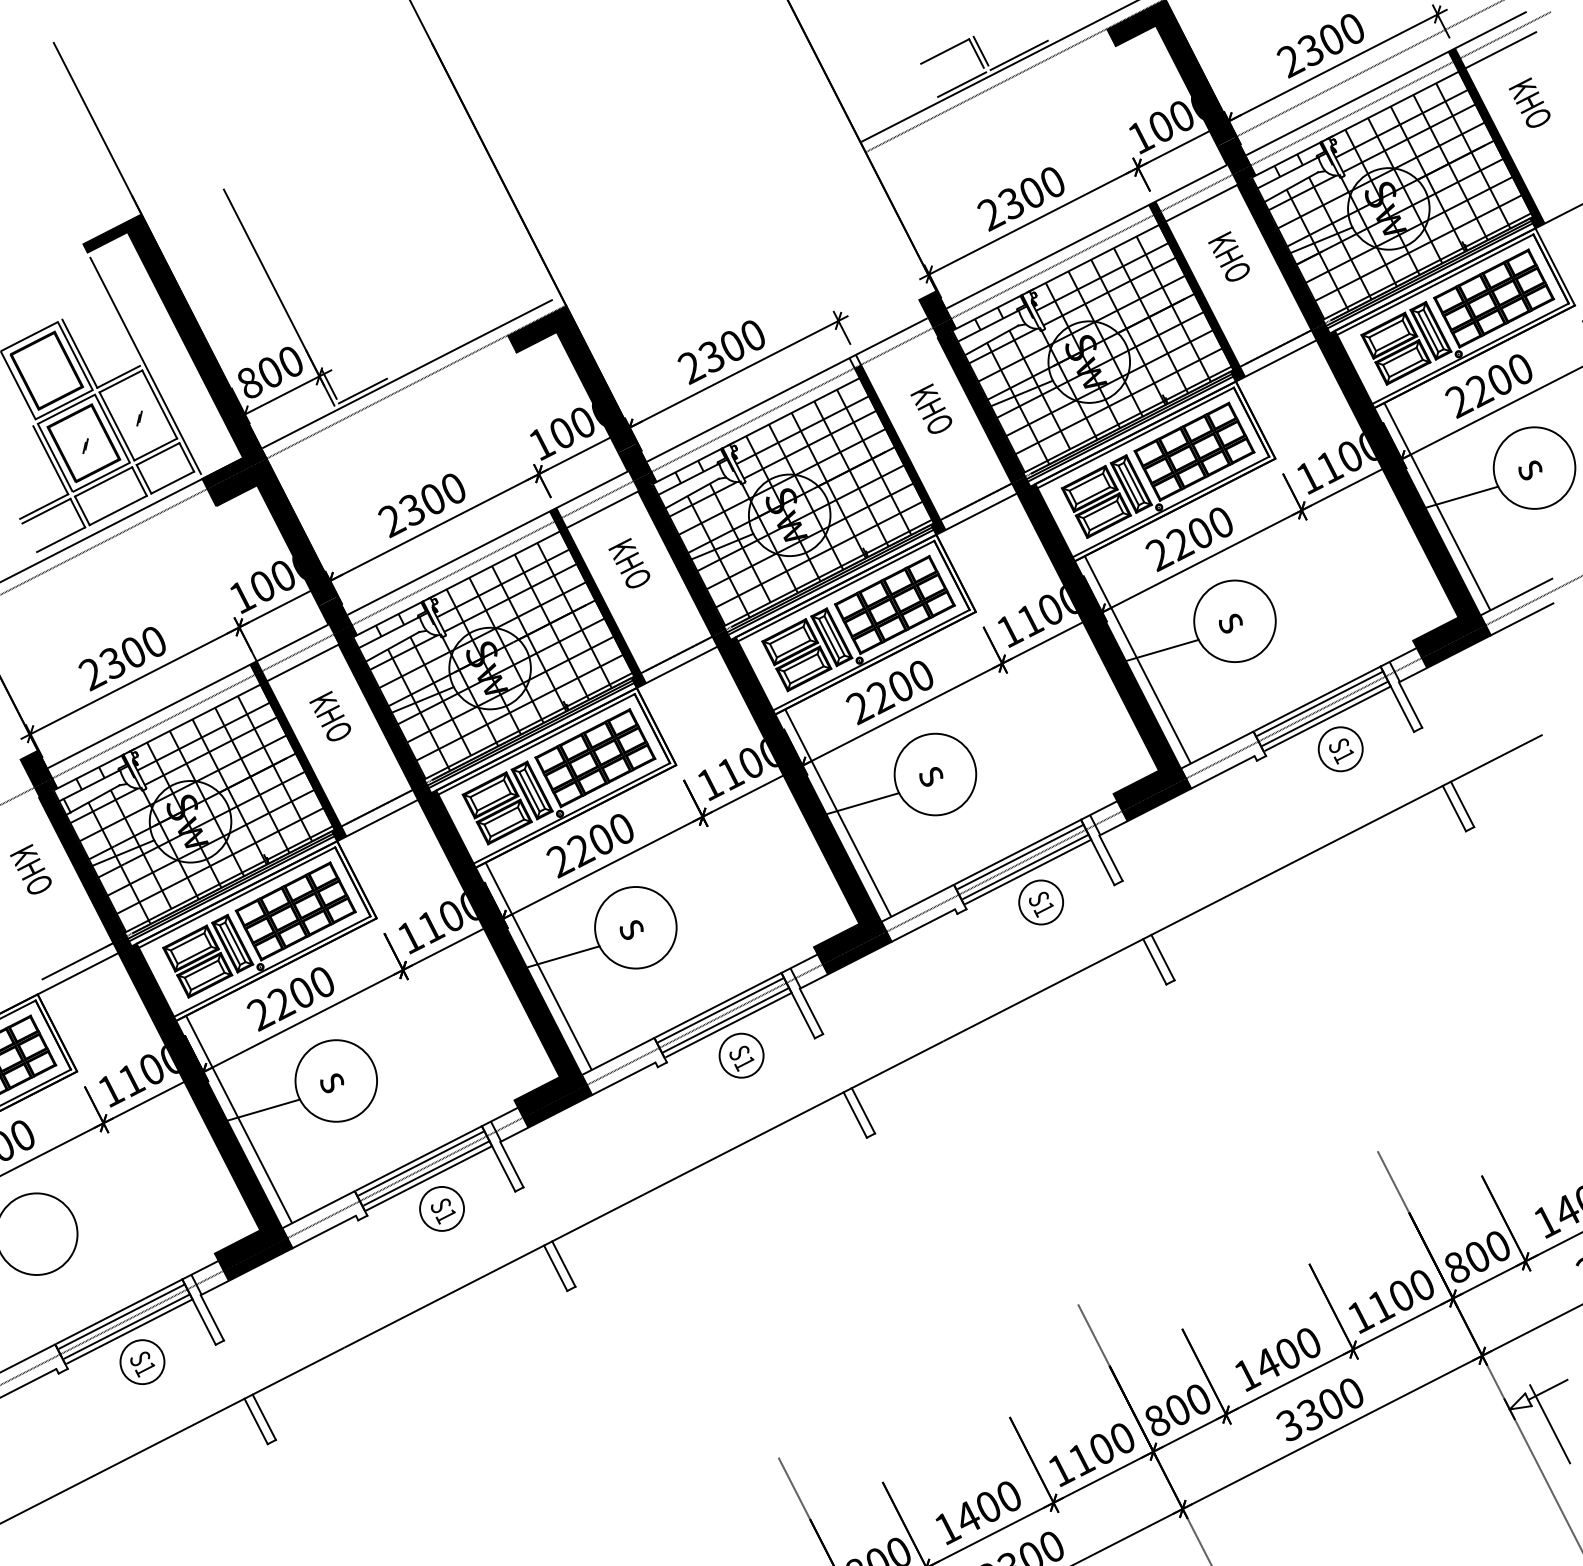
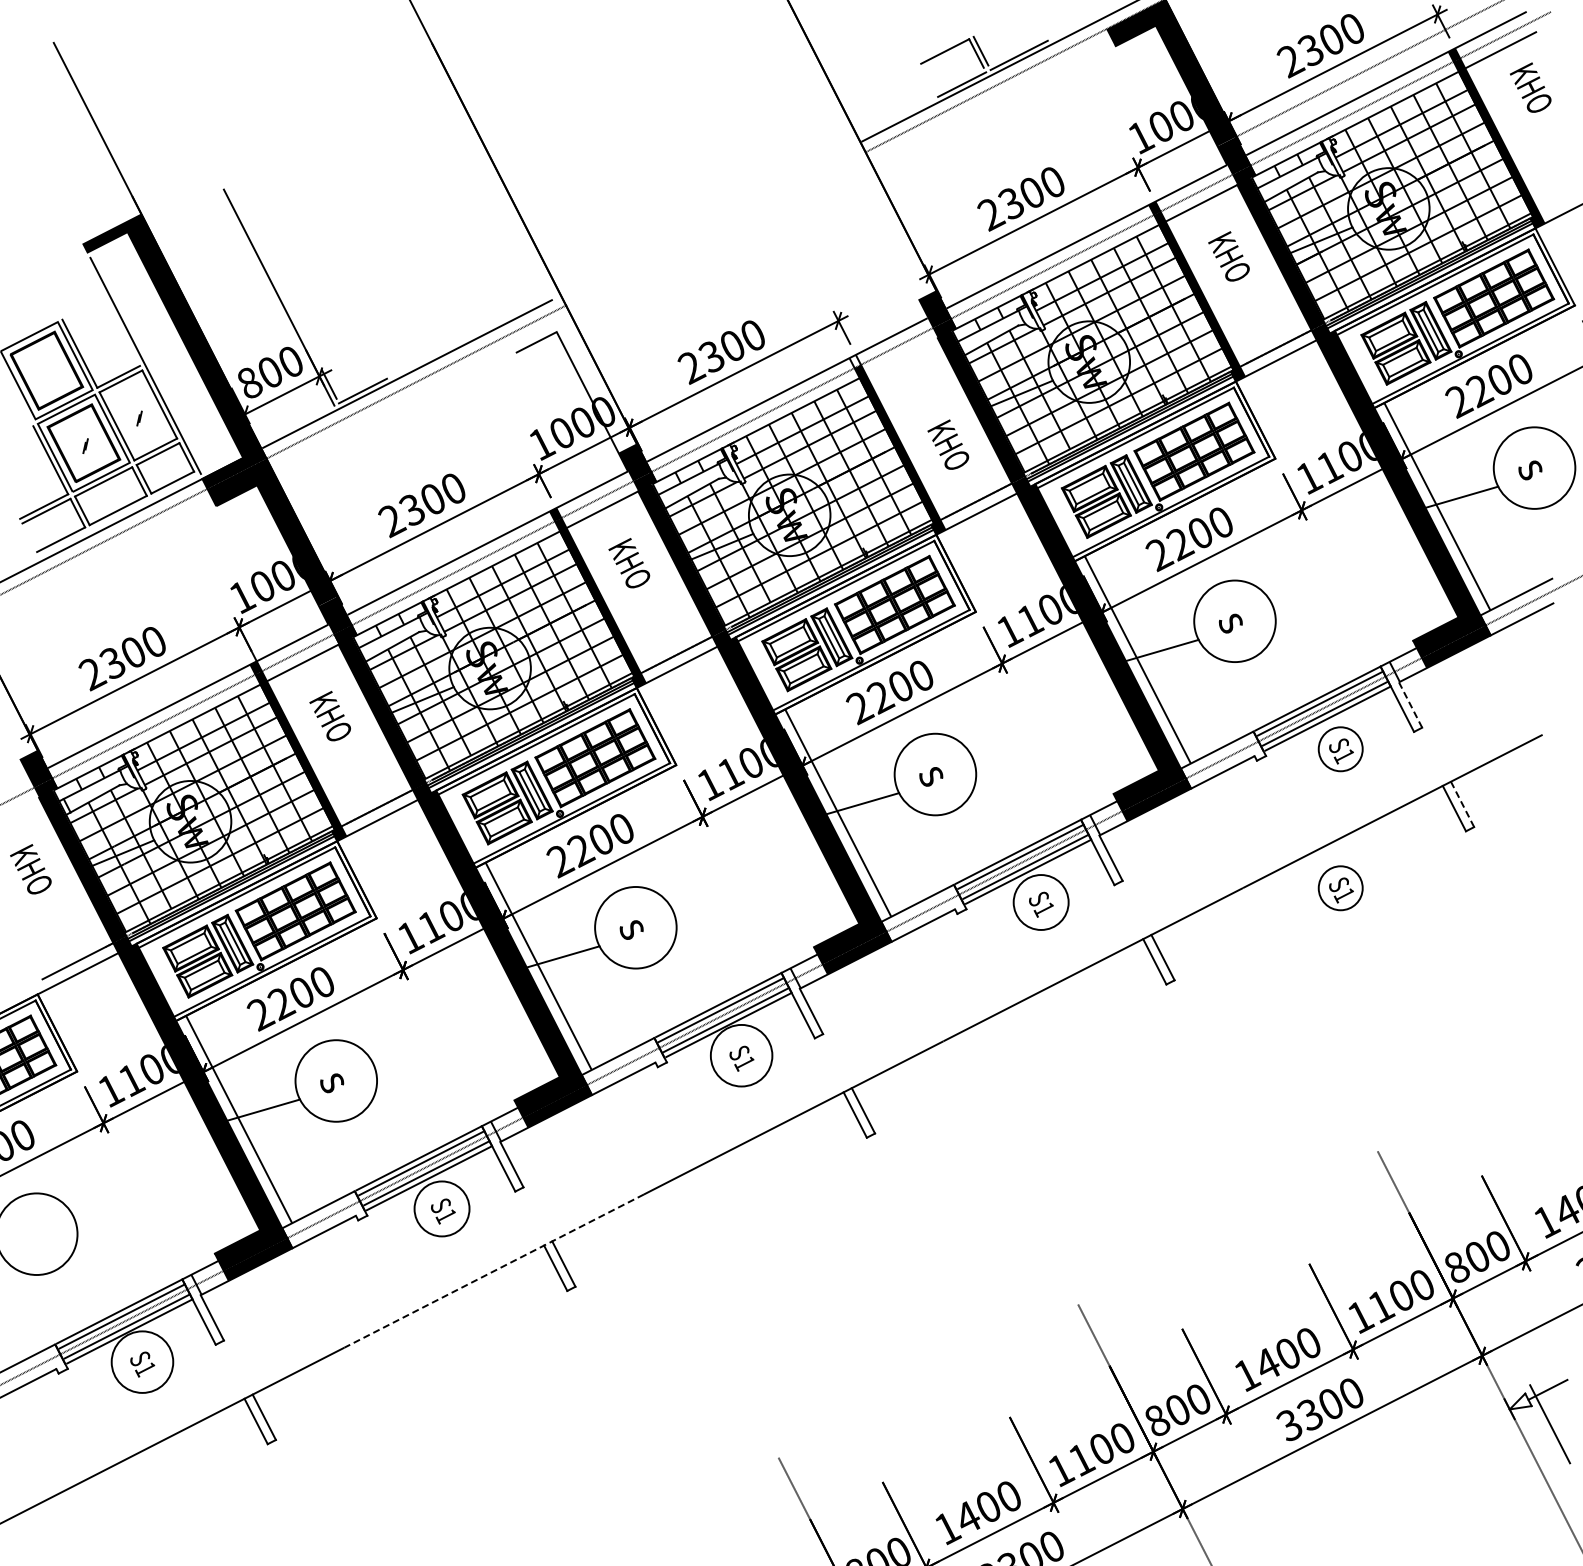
text at (1529, 102) position: (1529, 102) -> (1530, 87)
fill at (571, 378): present -> none
text at (931, 408) position: (931, 408) -> (948, 444)
line at (1410, 705): solid -> dashed
line at (1462, 804): solid -> dashed
part at (1340, 888): none -> present
circle at (1041, 902) diameter: 44 px -> 55 px
circle at (741, 1055) diameter: 44 px -> 62 px
circle at (442, 1208) diameter: 44 px -> 55 px
line at (493, 1271): solid -> dashed
circle at (142, 1362) diameter: 44 px -> 62 px
